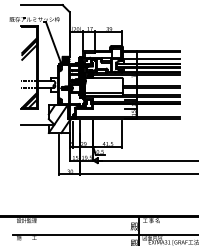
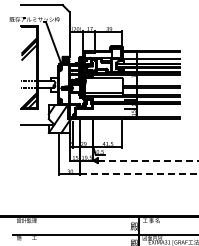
line at (149, 160): solid -> dashed
line at (139, 174): solid -> dashed
